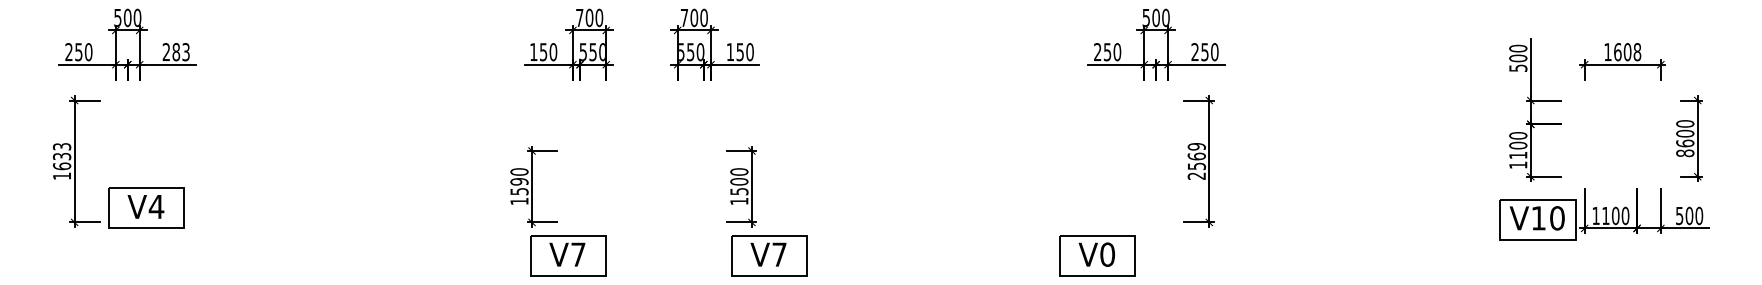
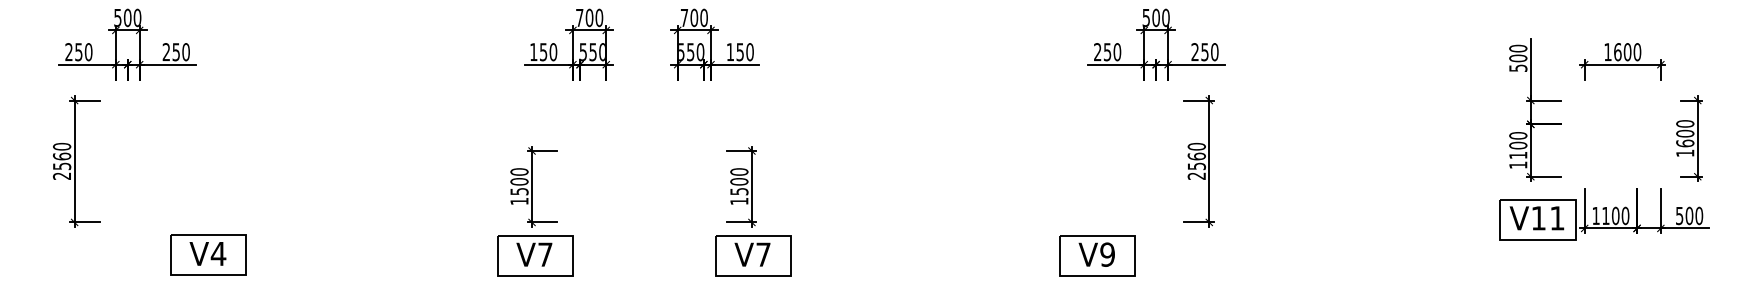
text at (1637, 51): 1608 -> 1600
text at (180, 52): 283 -> 250
text at (1196, 146): 2569 -> 2560
text at (1685, 153): 8600 -> 1600
text at (61, 160): 1633 -> 2560
text at (519, 181): 1590 -> 1500
part at (146, 207) position: (146, 207) -> (208, 254)
text at (1557, 218): V10 -> V11
text at (1107, 254): V0 -> V9
part at (568, 255) position: (568, 255) -> (535, 255)
part at (769, 255) position: (769, 255) -> (753, 255)
